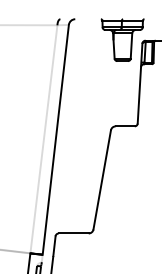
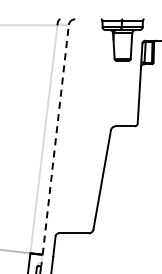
line at (55, 139): solid -> dashed
